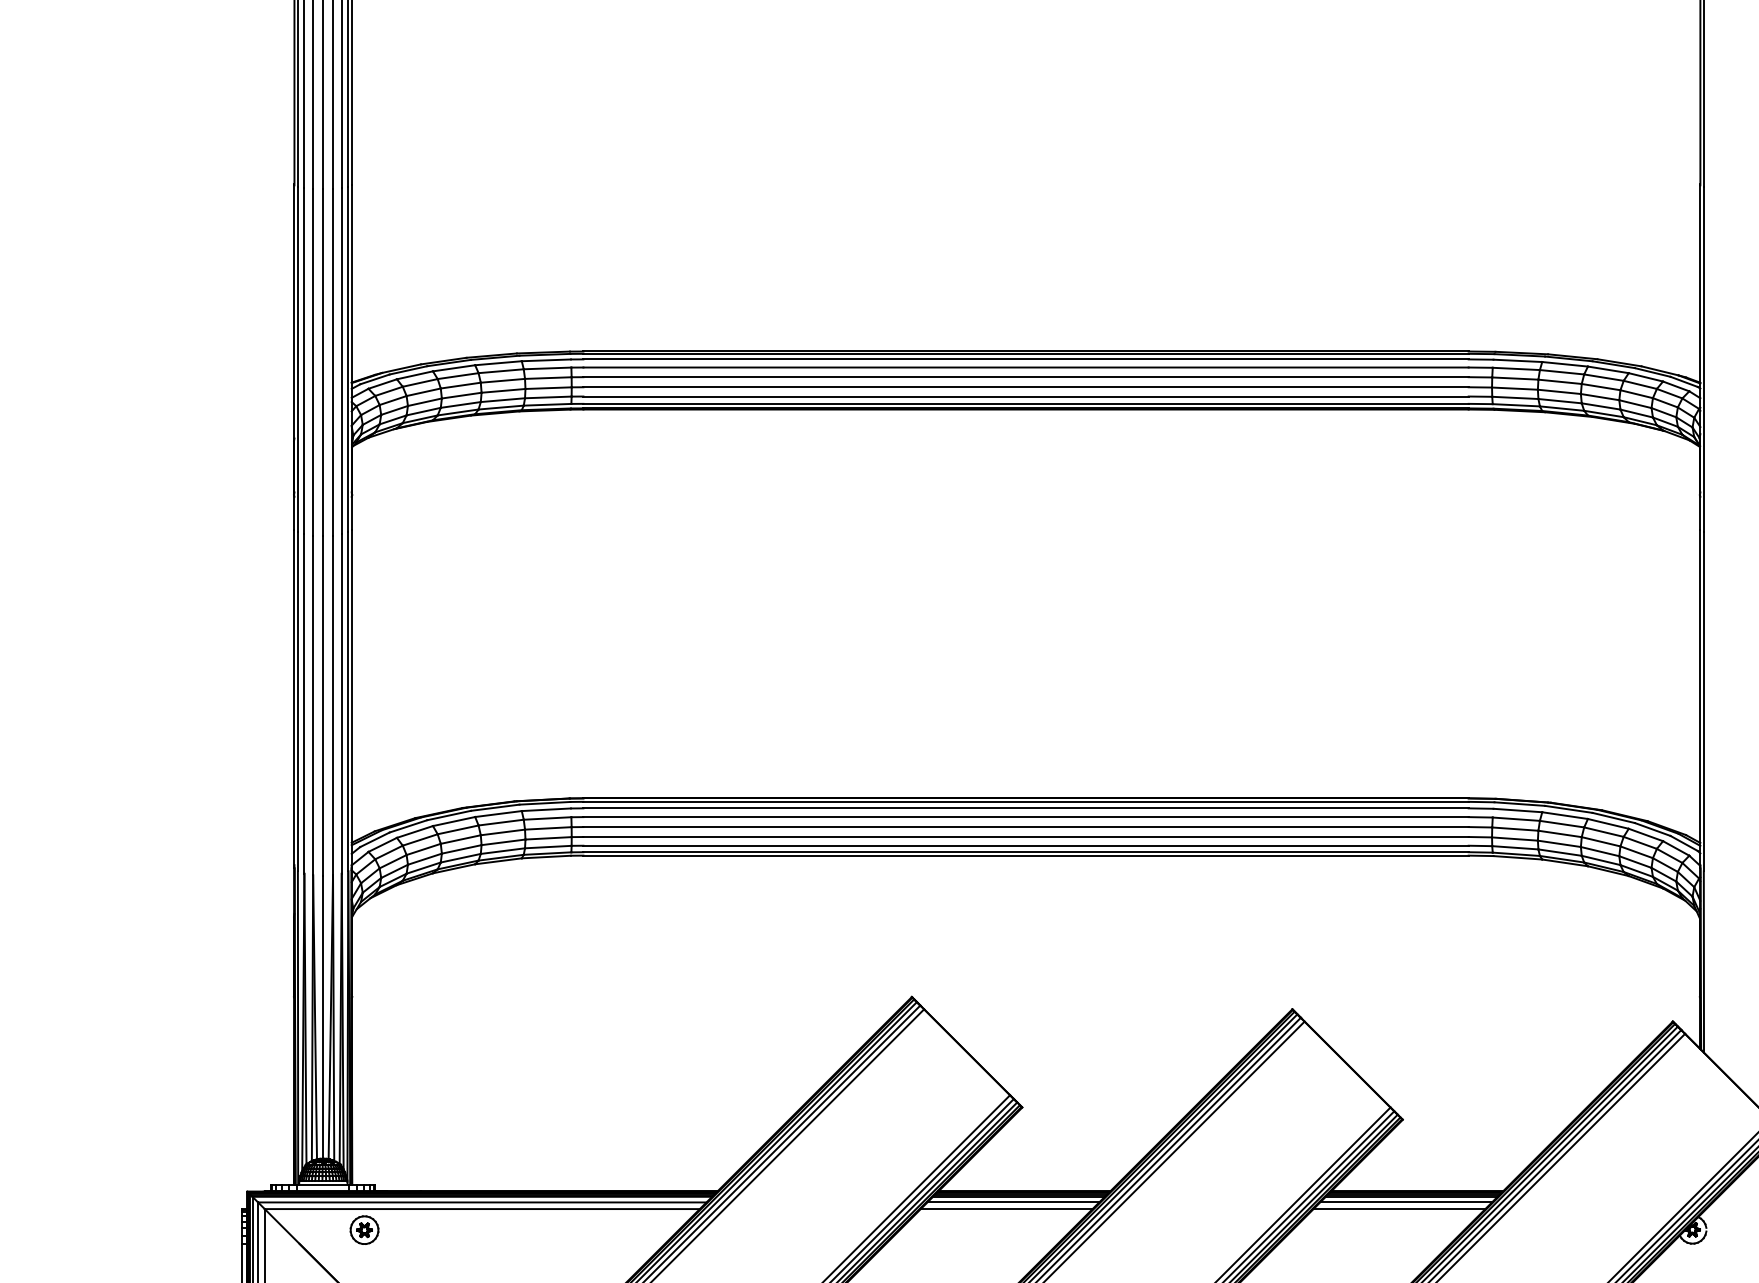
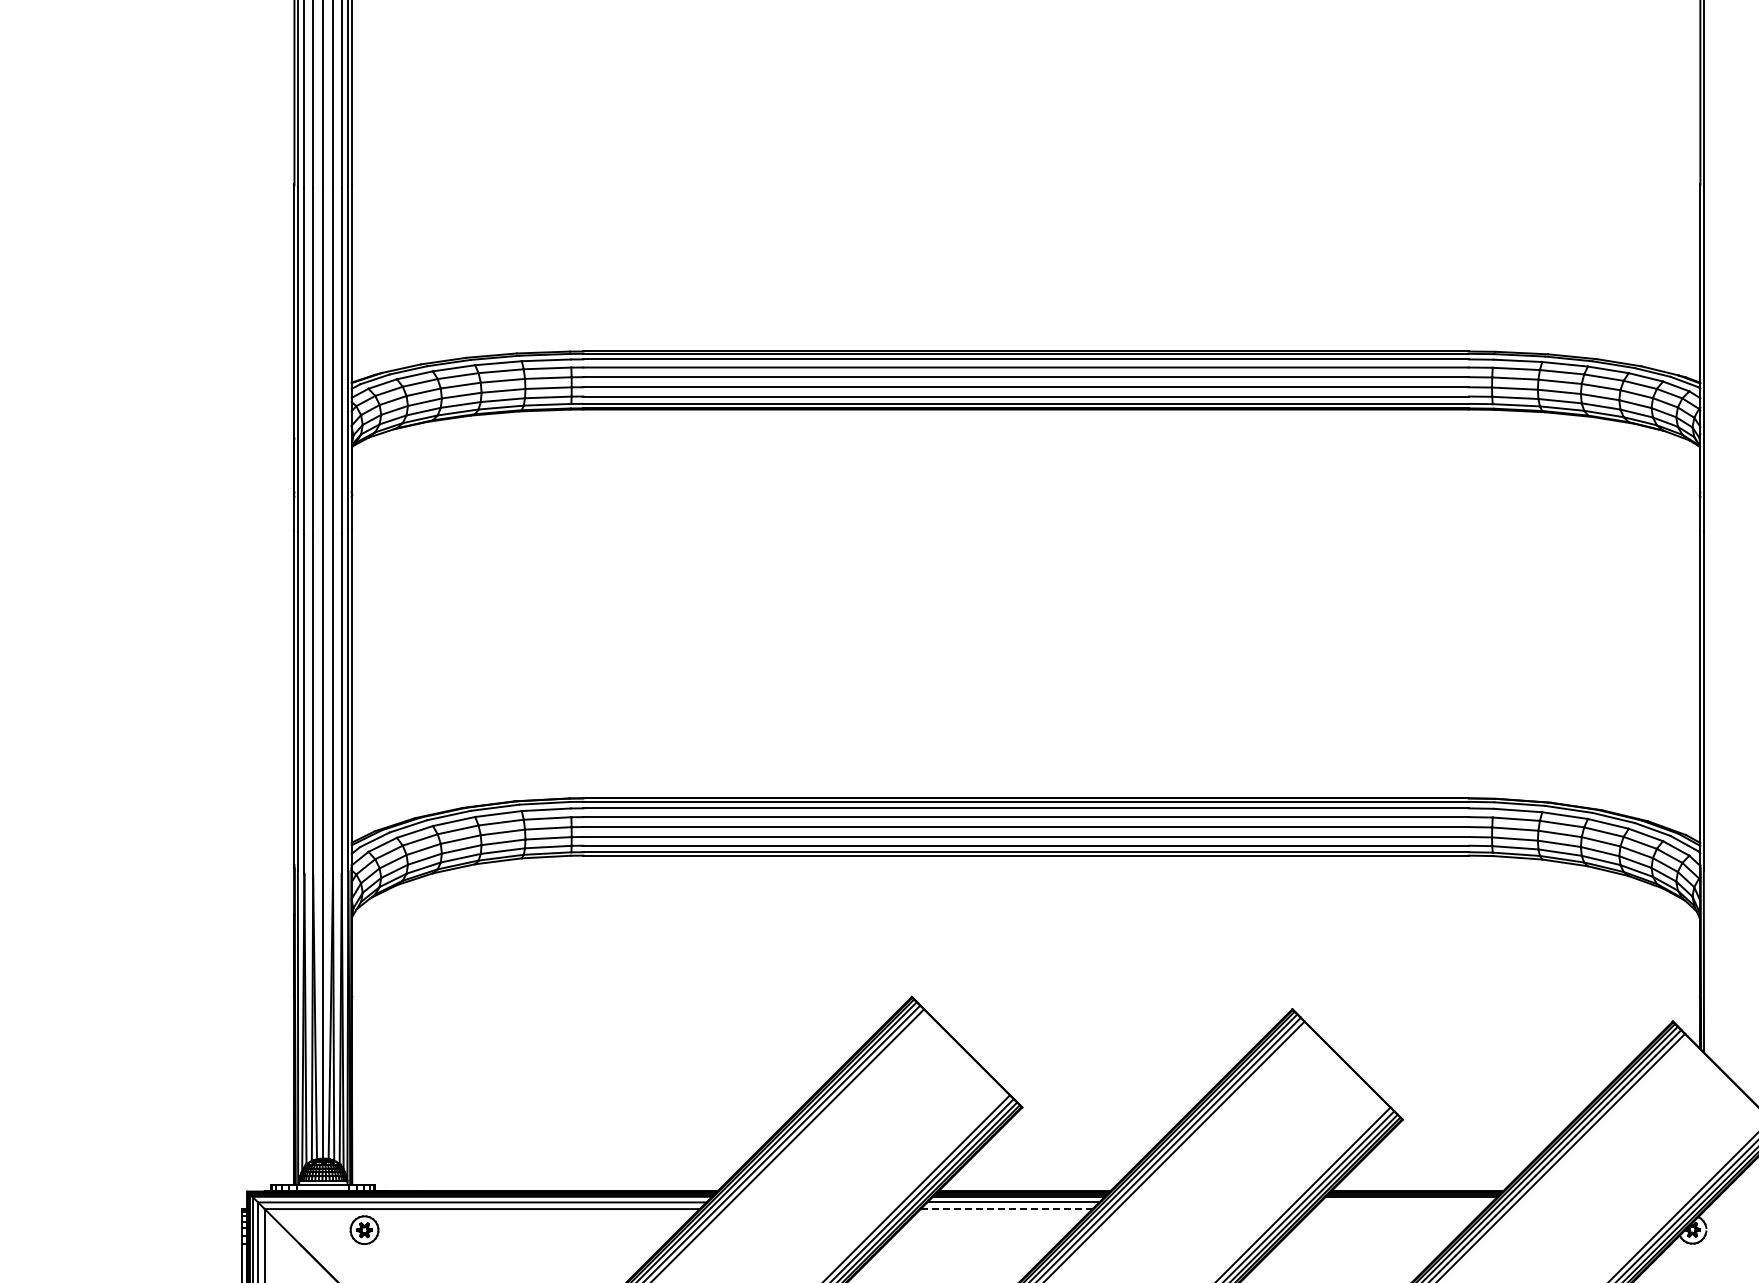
line at (1406, 1202): present -> none
line at (1006, 1209): solid -> dashed
line at (1399, 1209): present -> none
